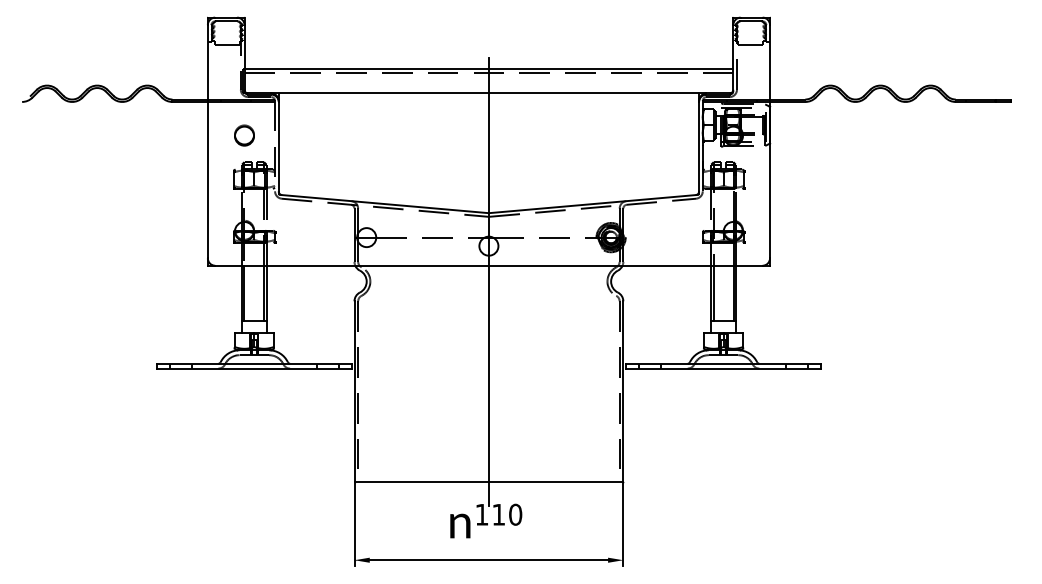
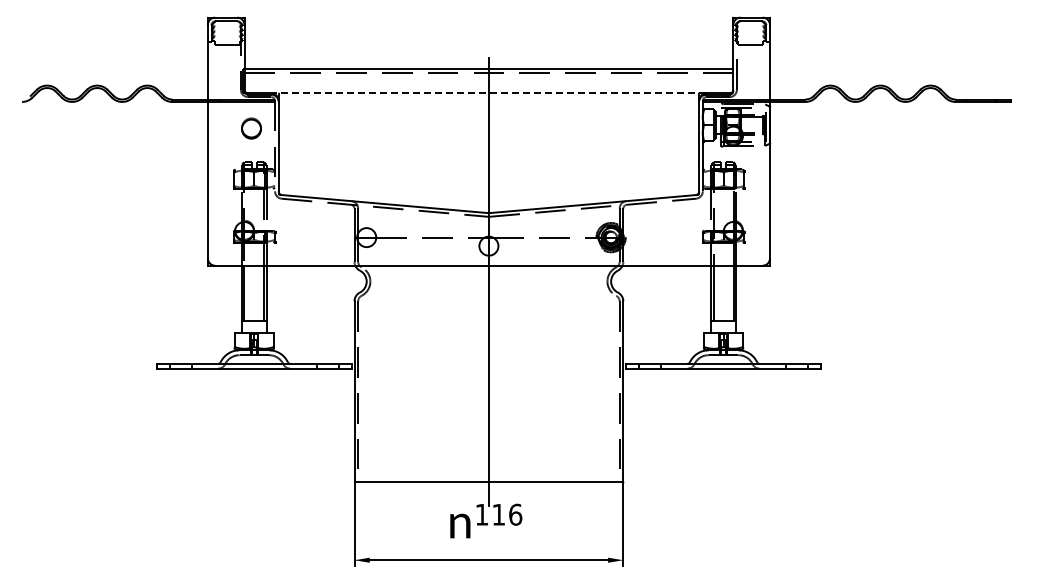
line at (488, 93): solid -> dashed
part at (244, 135) position: (244, 135) -> (251, 128)
text at (515, 514): 110 -> 116
